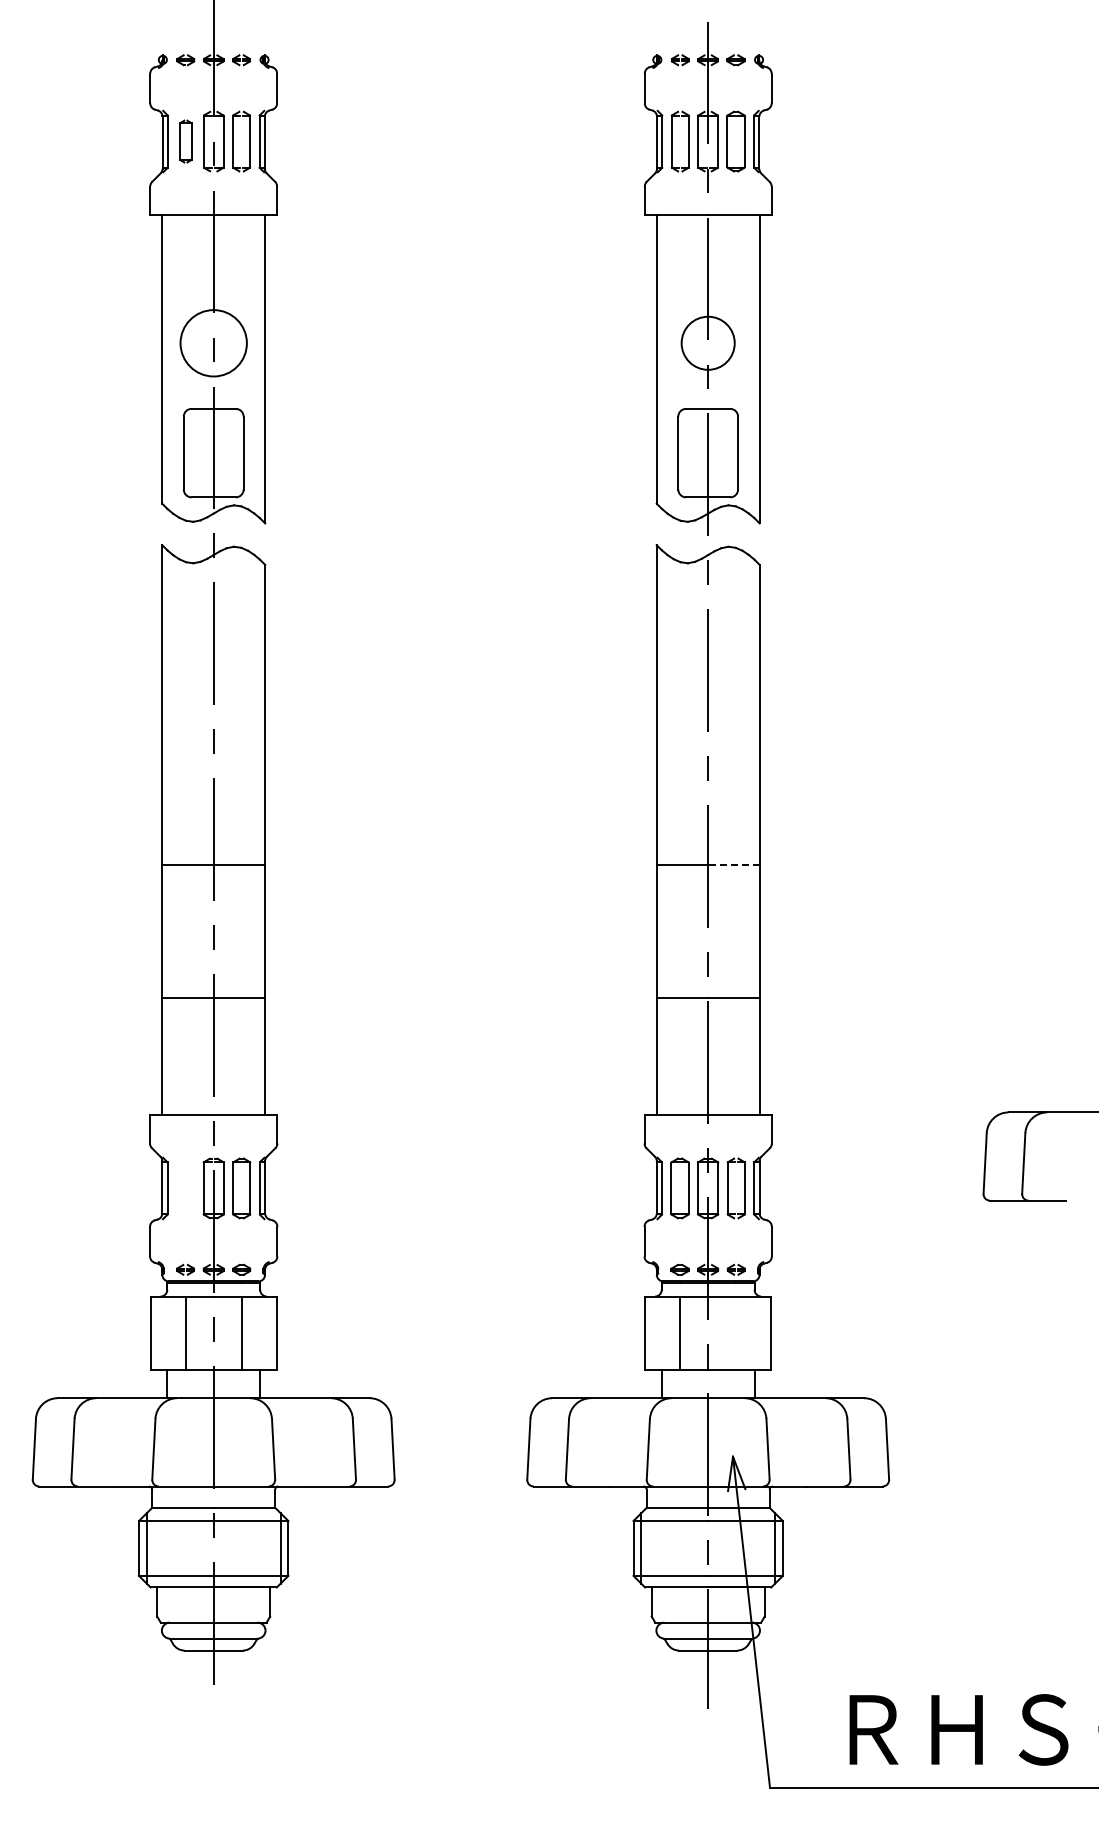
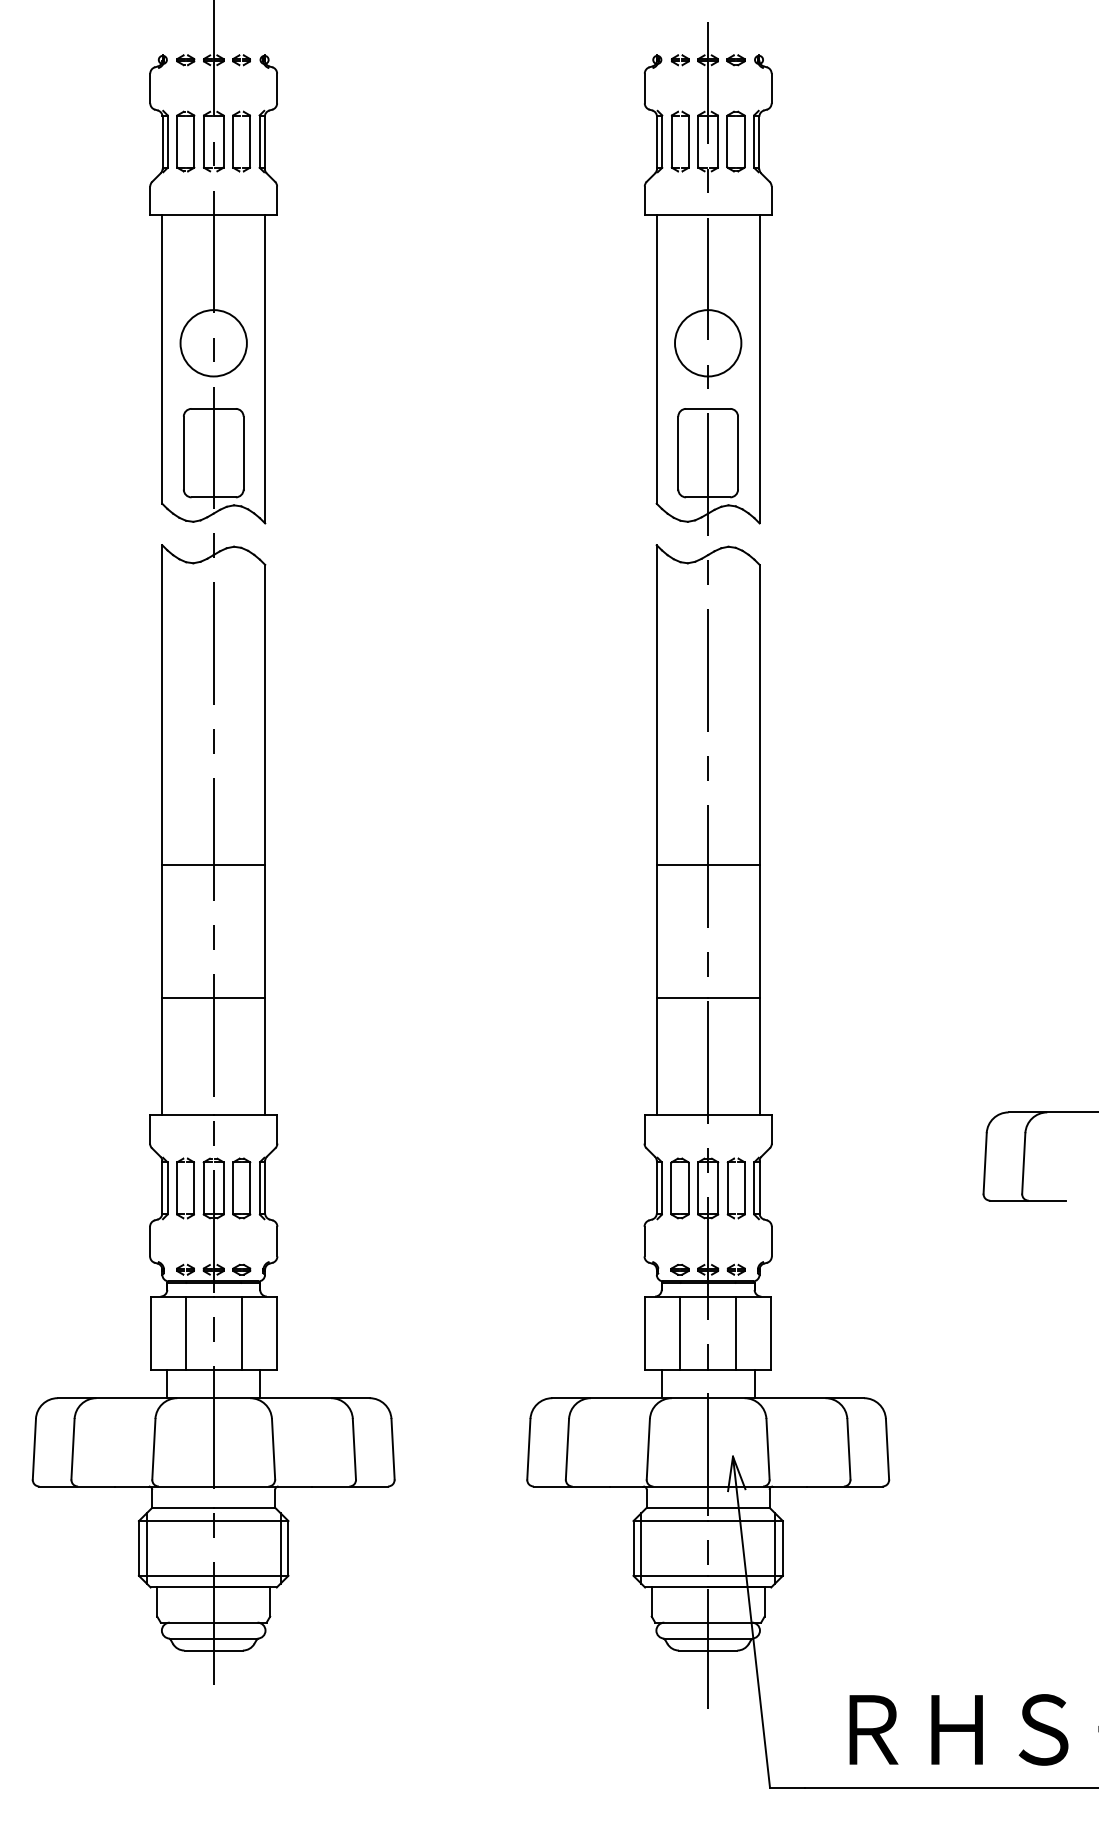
part at (185, 141) size: 14x45 px -> 20x63 px
circle at (707, 342) diameter: 53 px -> 66 px
line at (733, 864): dashed -> solid
part at (177, 1188): none -> present
line at (736, 1332): none -> present
